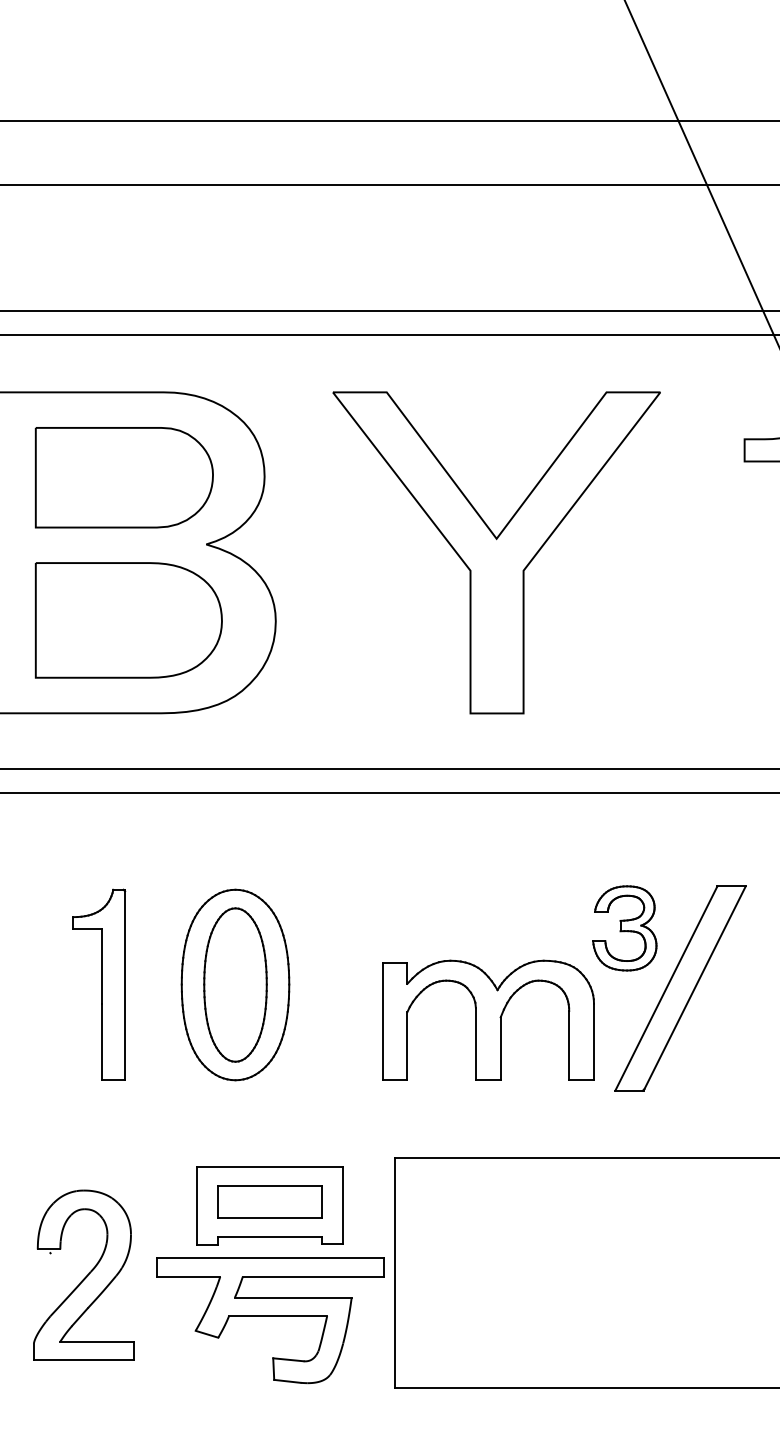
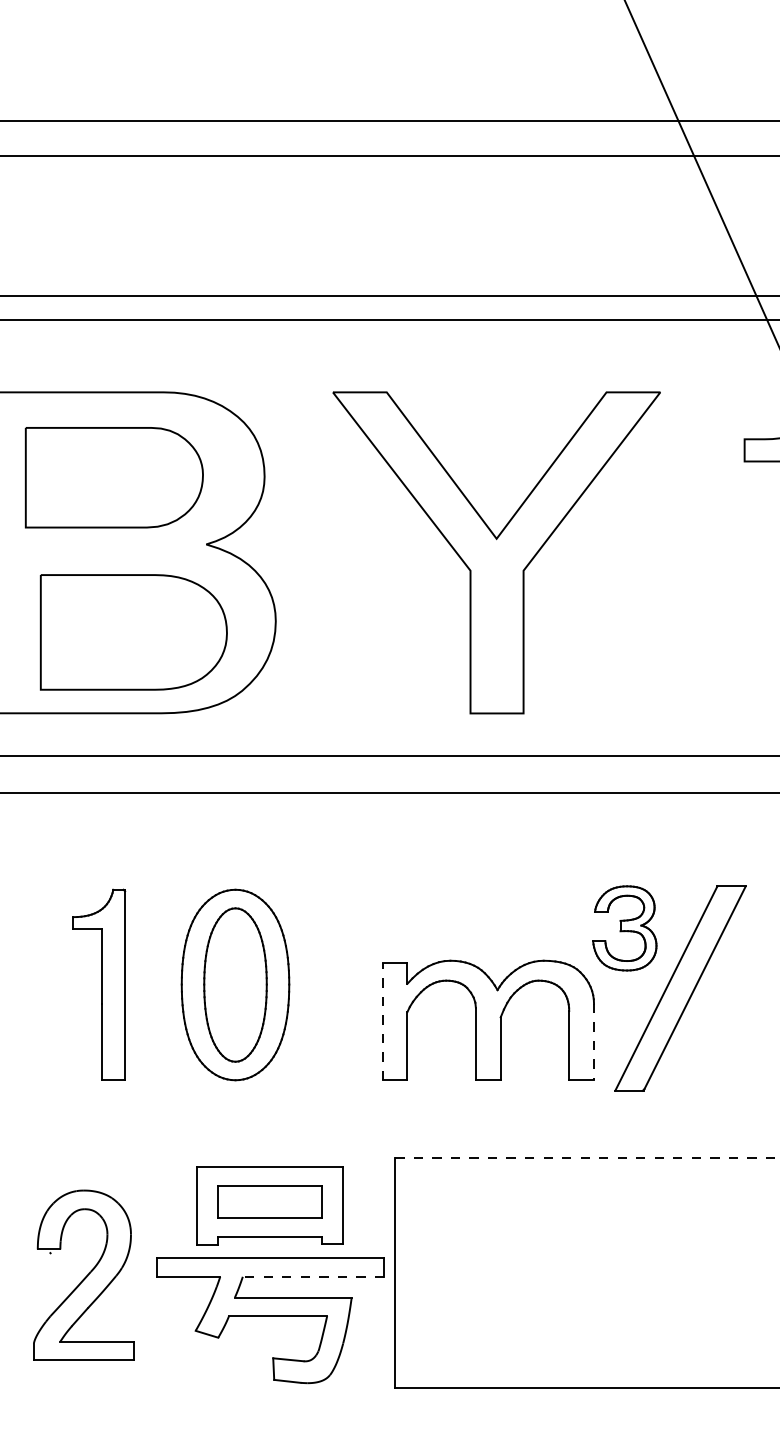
line at (389, 185) position: (389, 185) -> (389, 156)
line at (389, 311) position: (389, 311) -> (389, 296)
line at (389, 335) position: (389, 335) -> (389, 320)
part at (123, 477) position: (123, 477) -> (113, 477)
part at (128, 620) position: (128, 620) -> (133, 632)
line at (389, 768) position: (389, 768) -> (389, 755)
line at (382, 1021): solid -> dashed
line at (594, 1042): solid -> dashed
line at (587, 1158): solid -> dashed
line at (313, 1276): solid -> dashed
